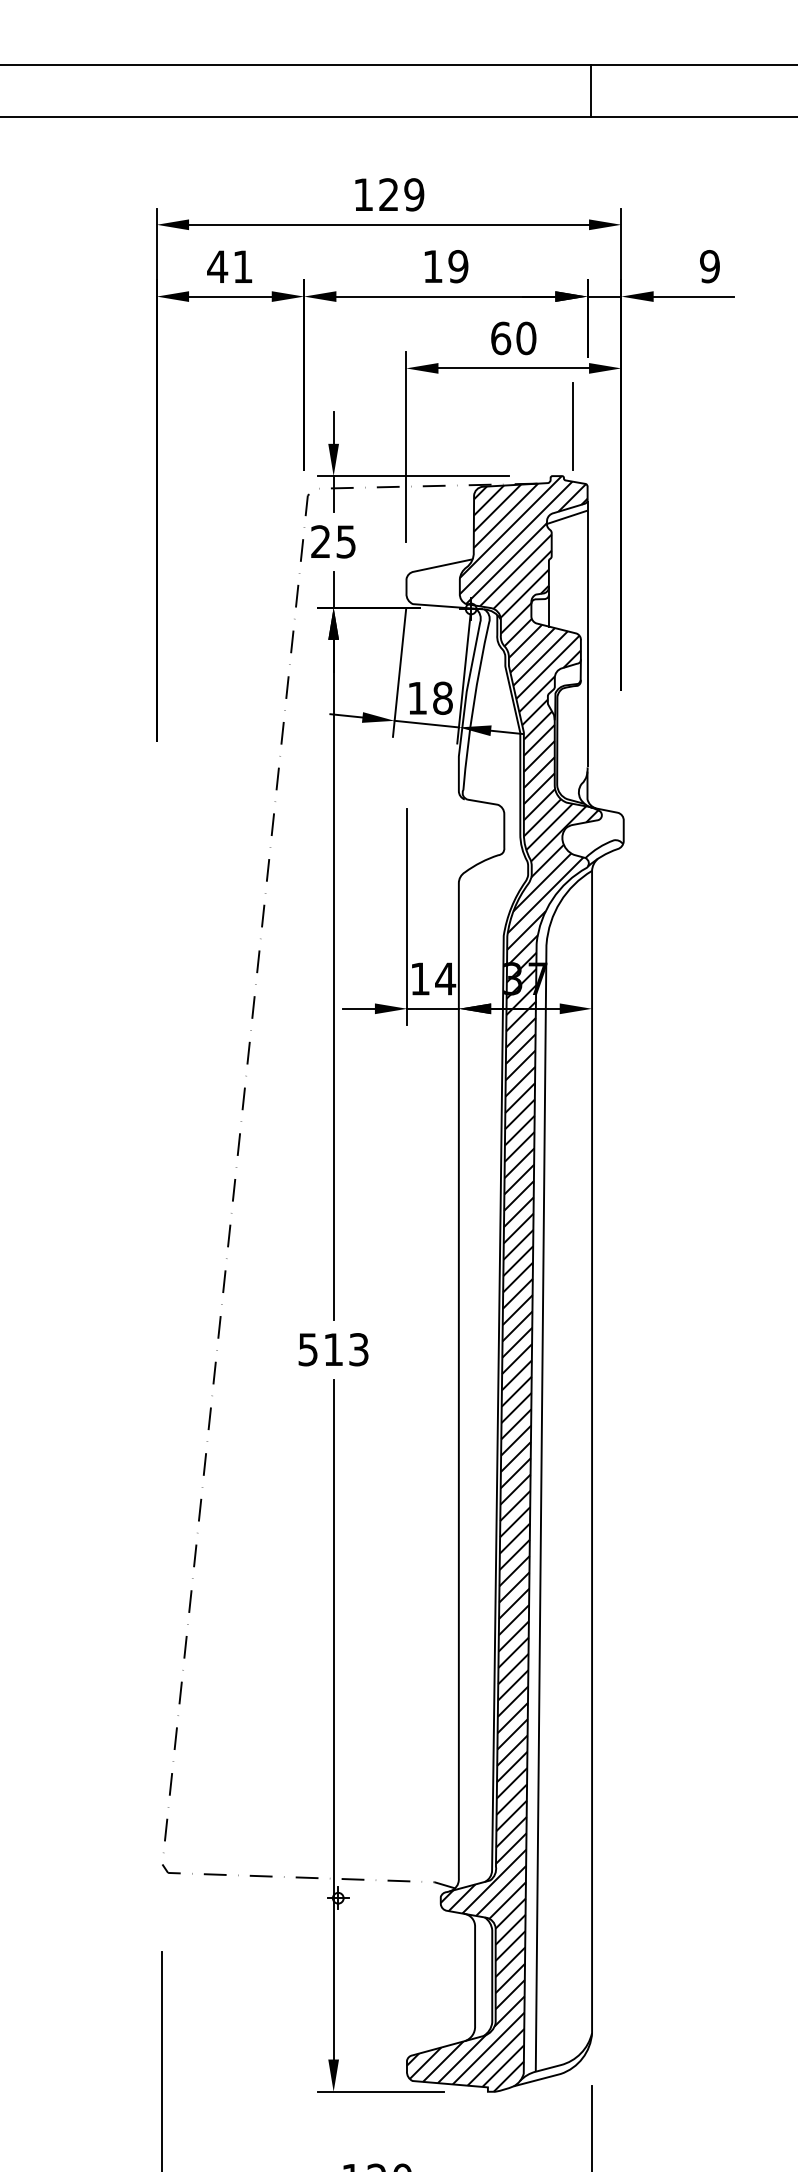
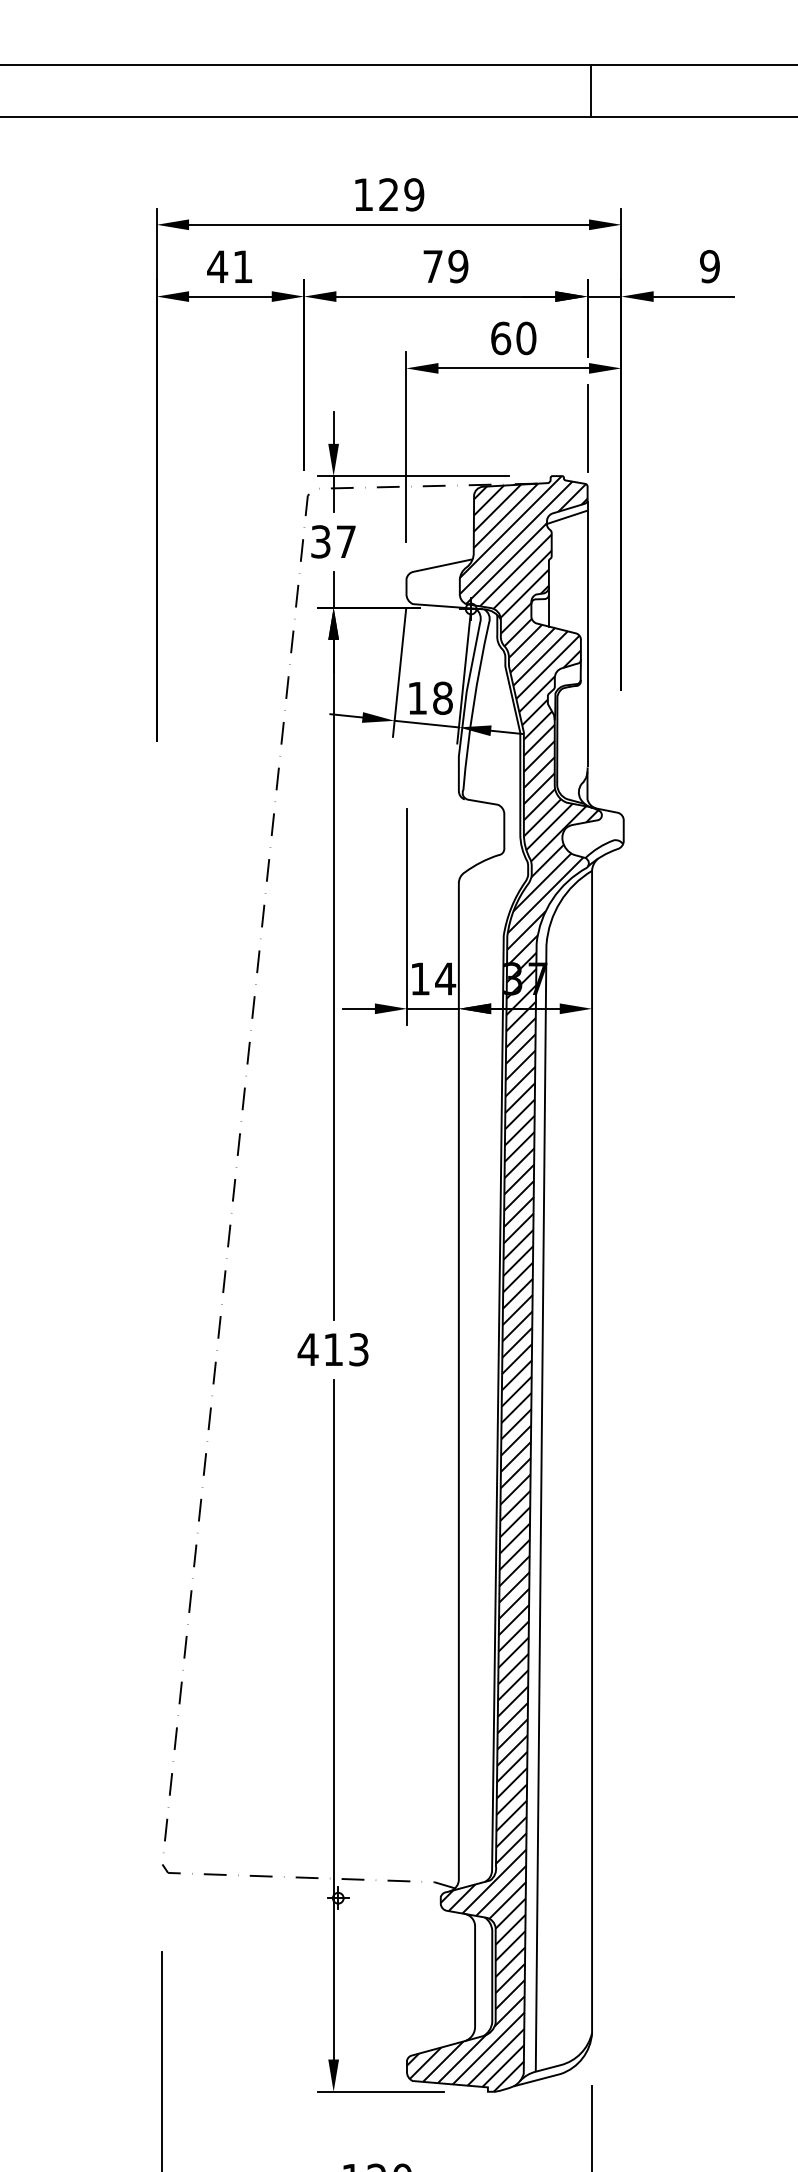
text at (432, 266): 19 -> 79
line at (572, 426) position: (572, 426) -> (587, 428)
text at (333, 541): 25 -> 37
text at (307, 1349): 513 -> 413
